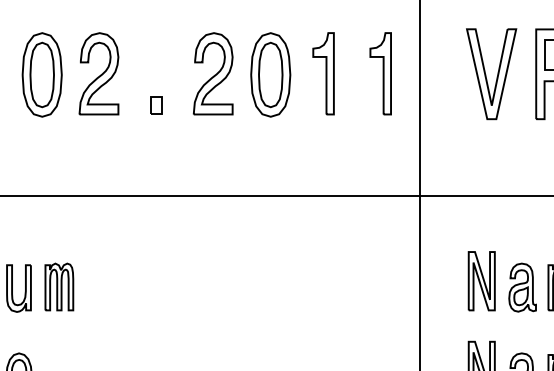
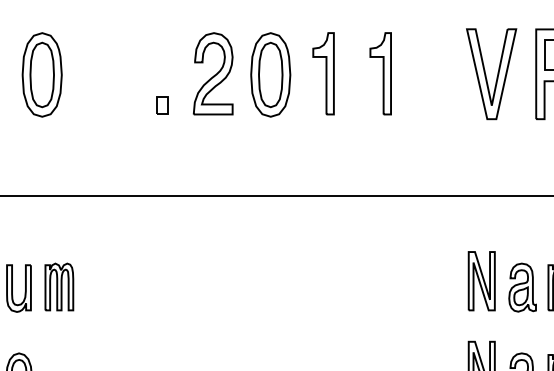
part at (98, 73): present -> none
part at (156, 105) position: (156, 105) -> (162, 105)
line at (419, 184): present -> none
